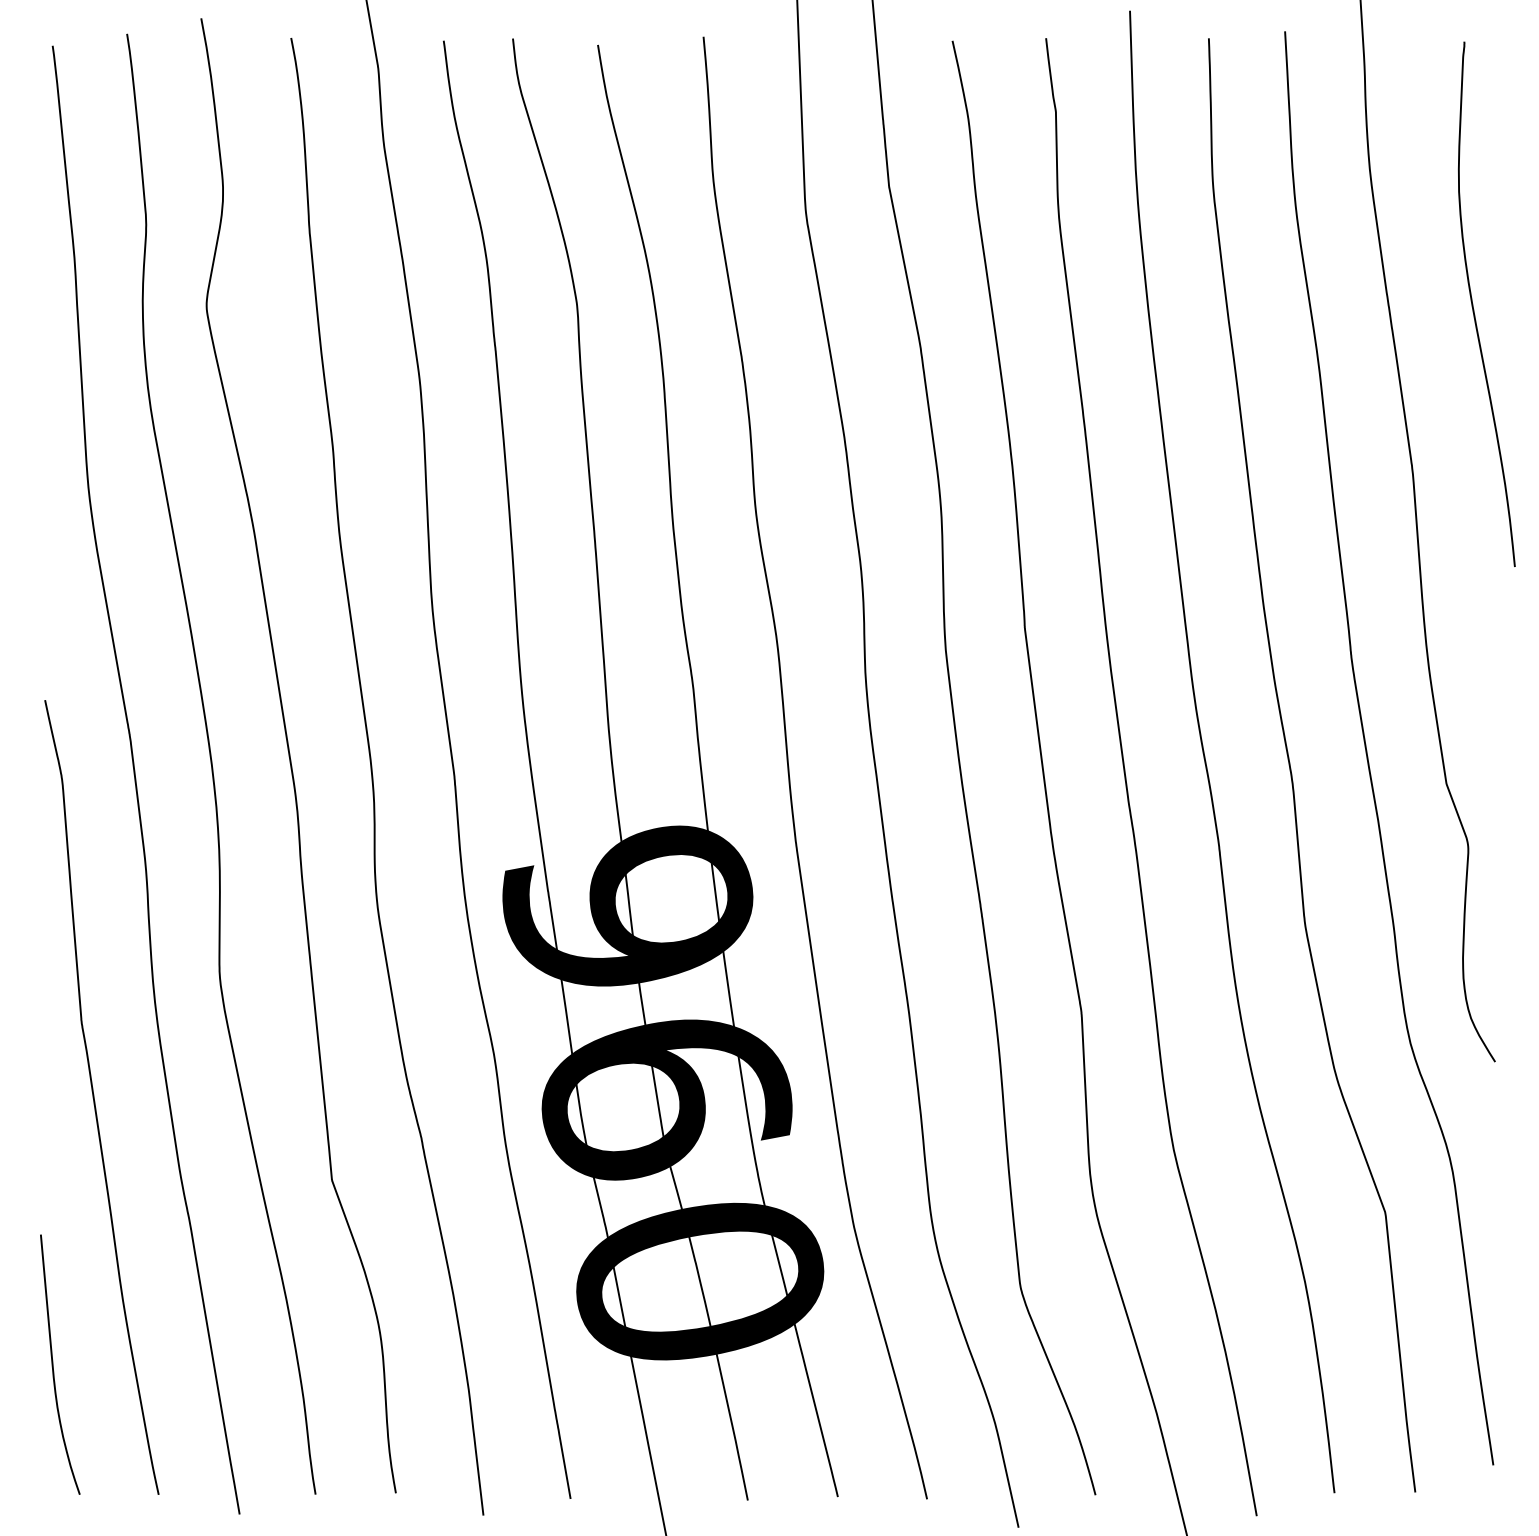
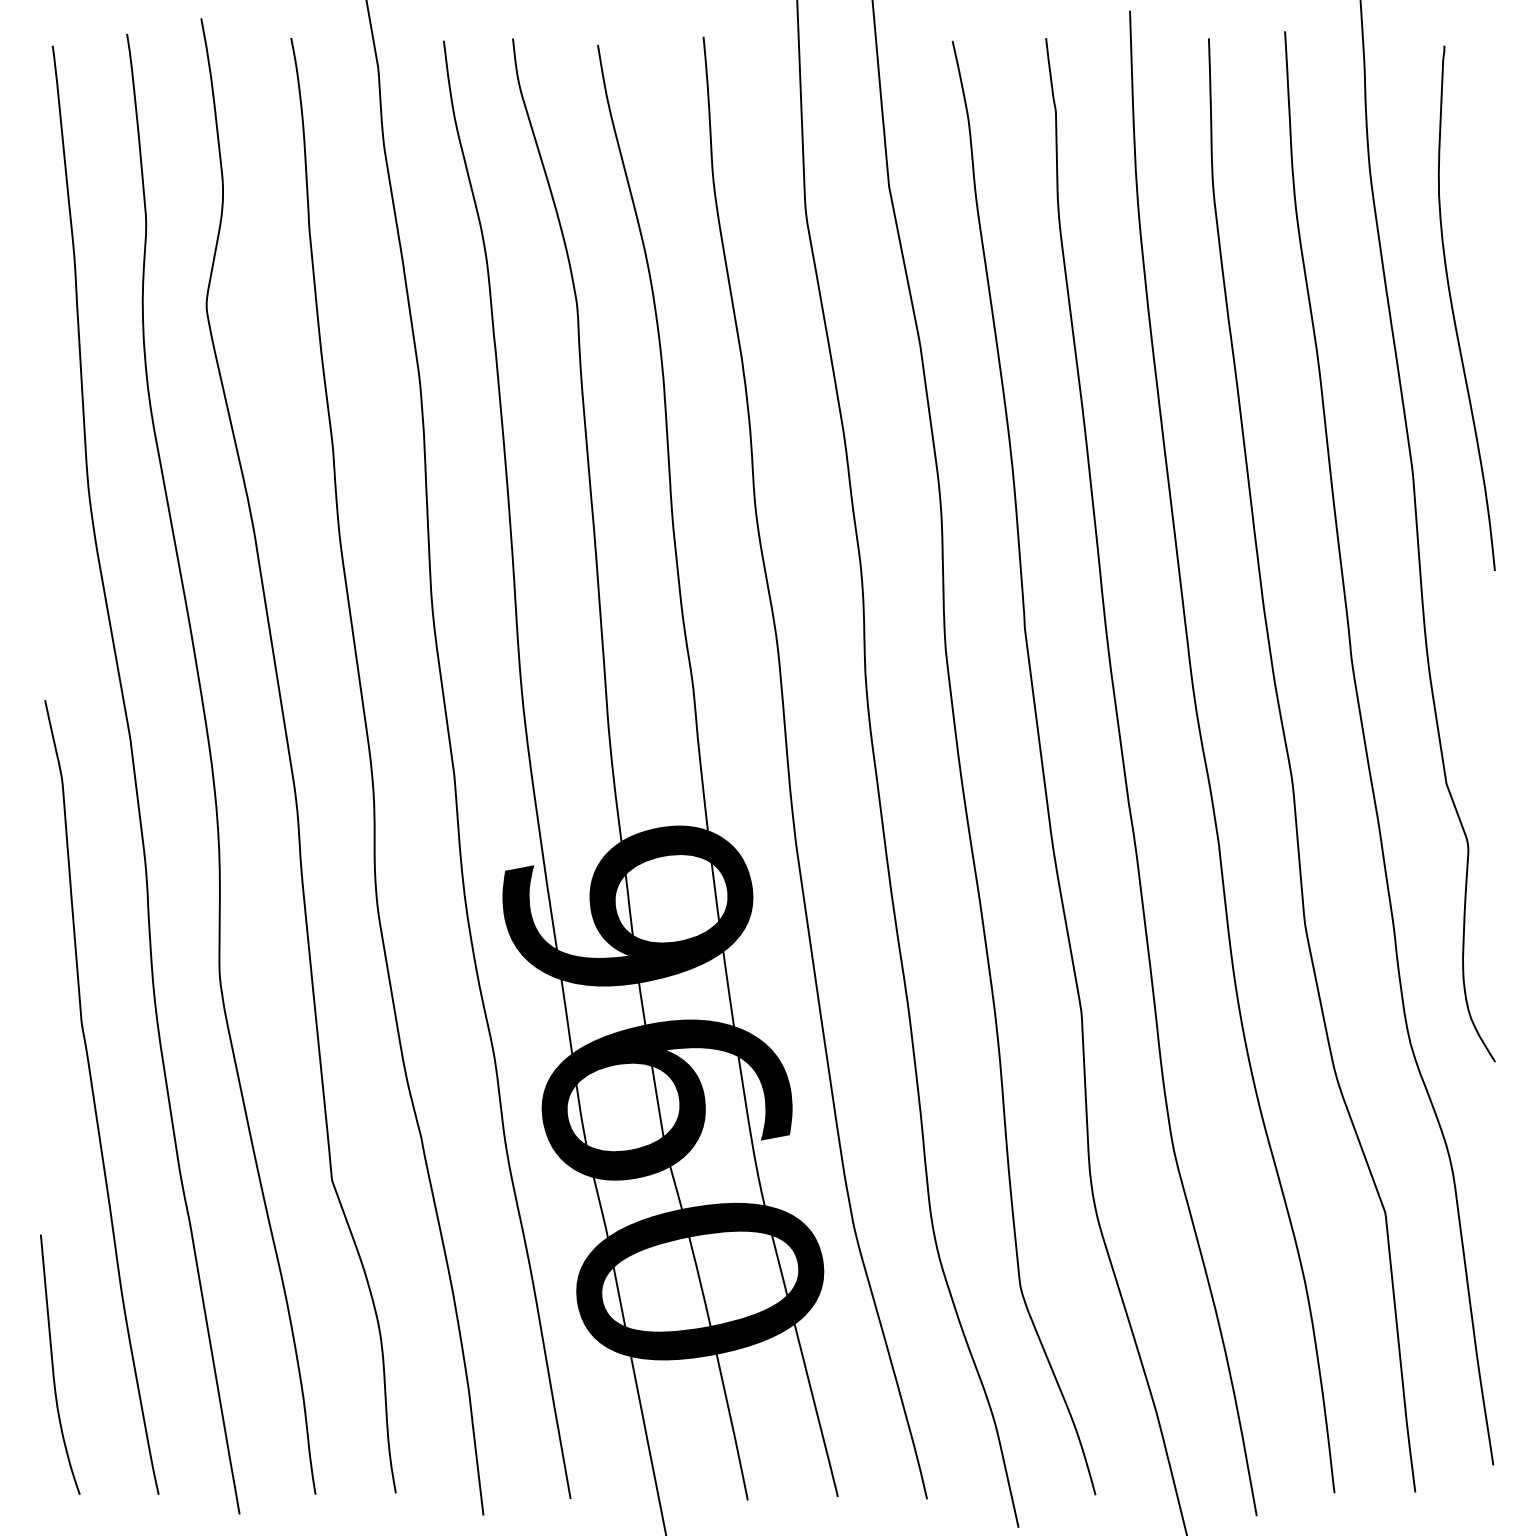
curve at (1473, 304) position: (1473, 304) -> (1453, 308)
